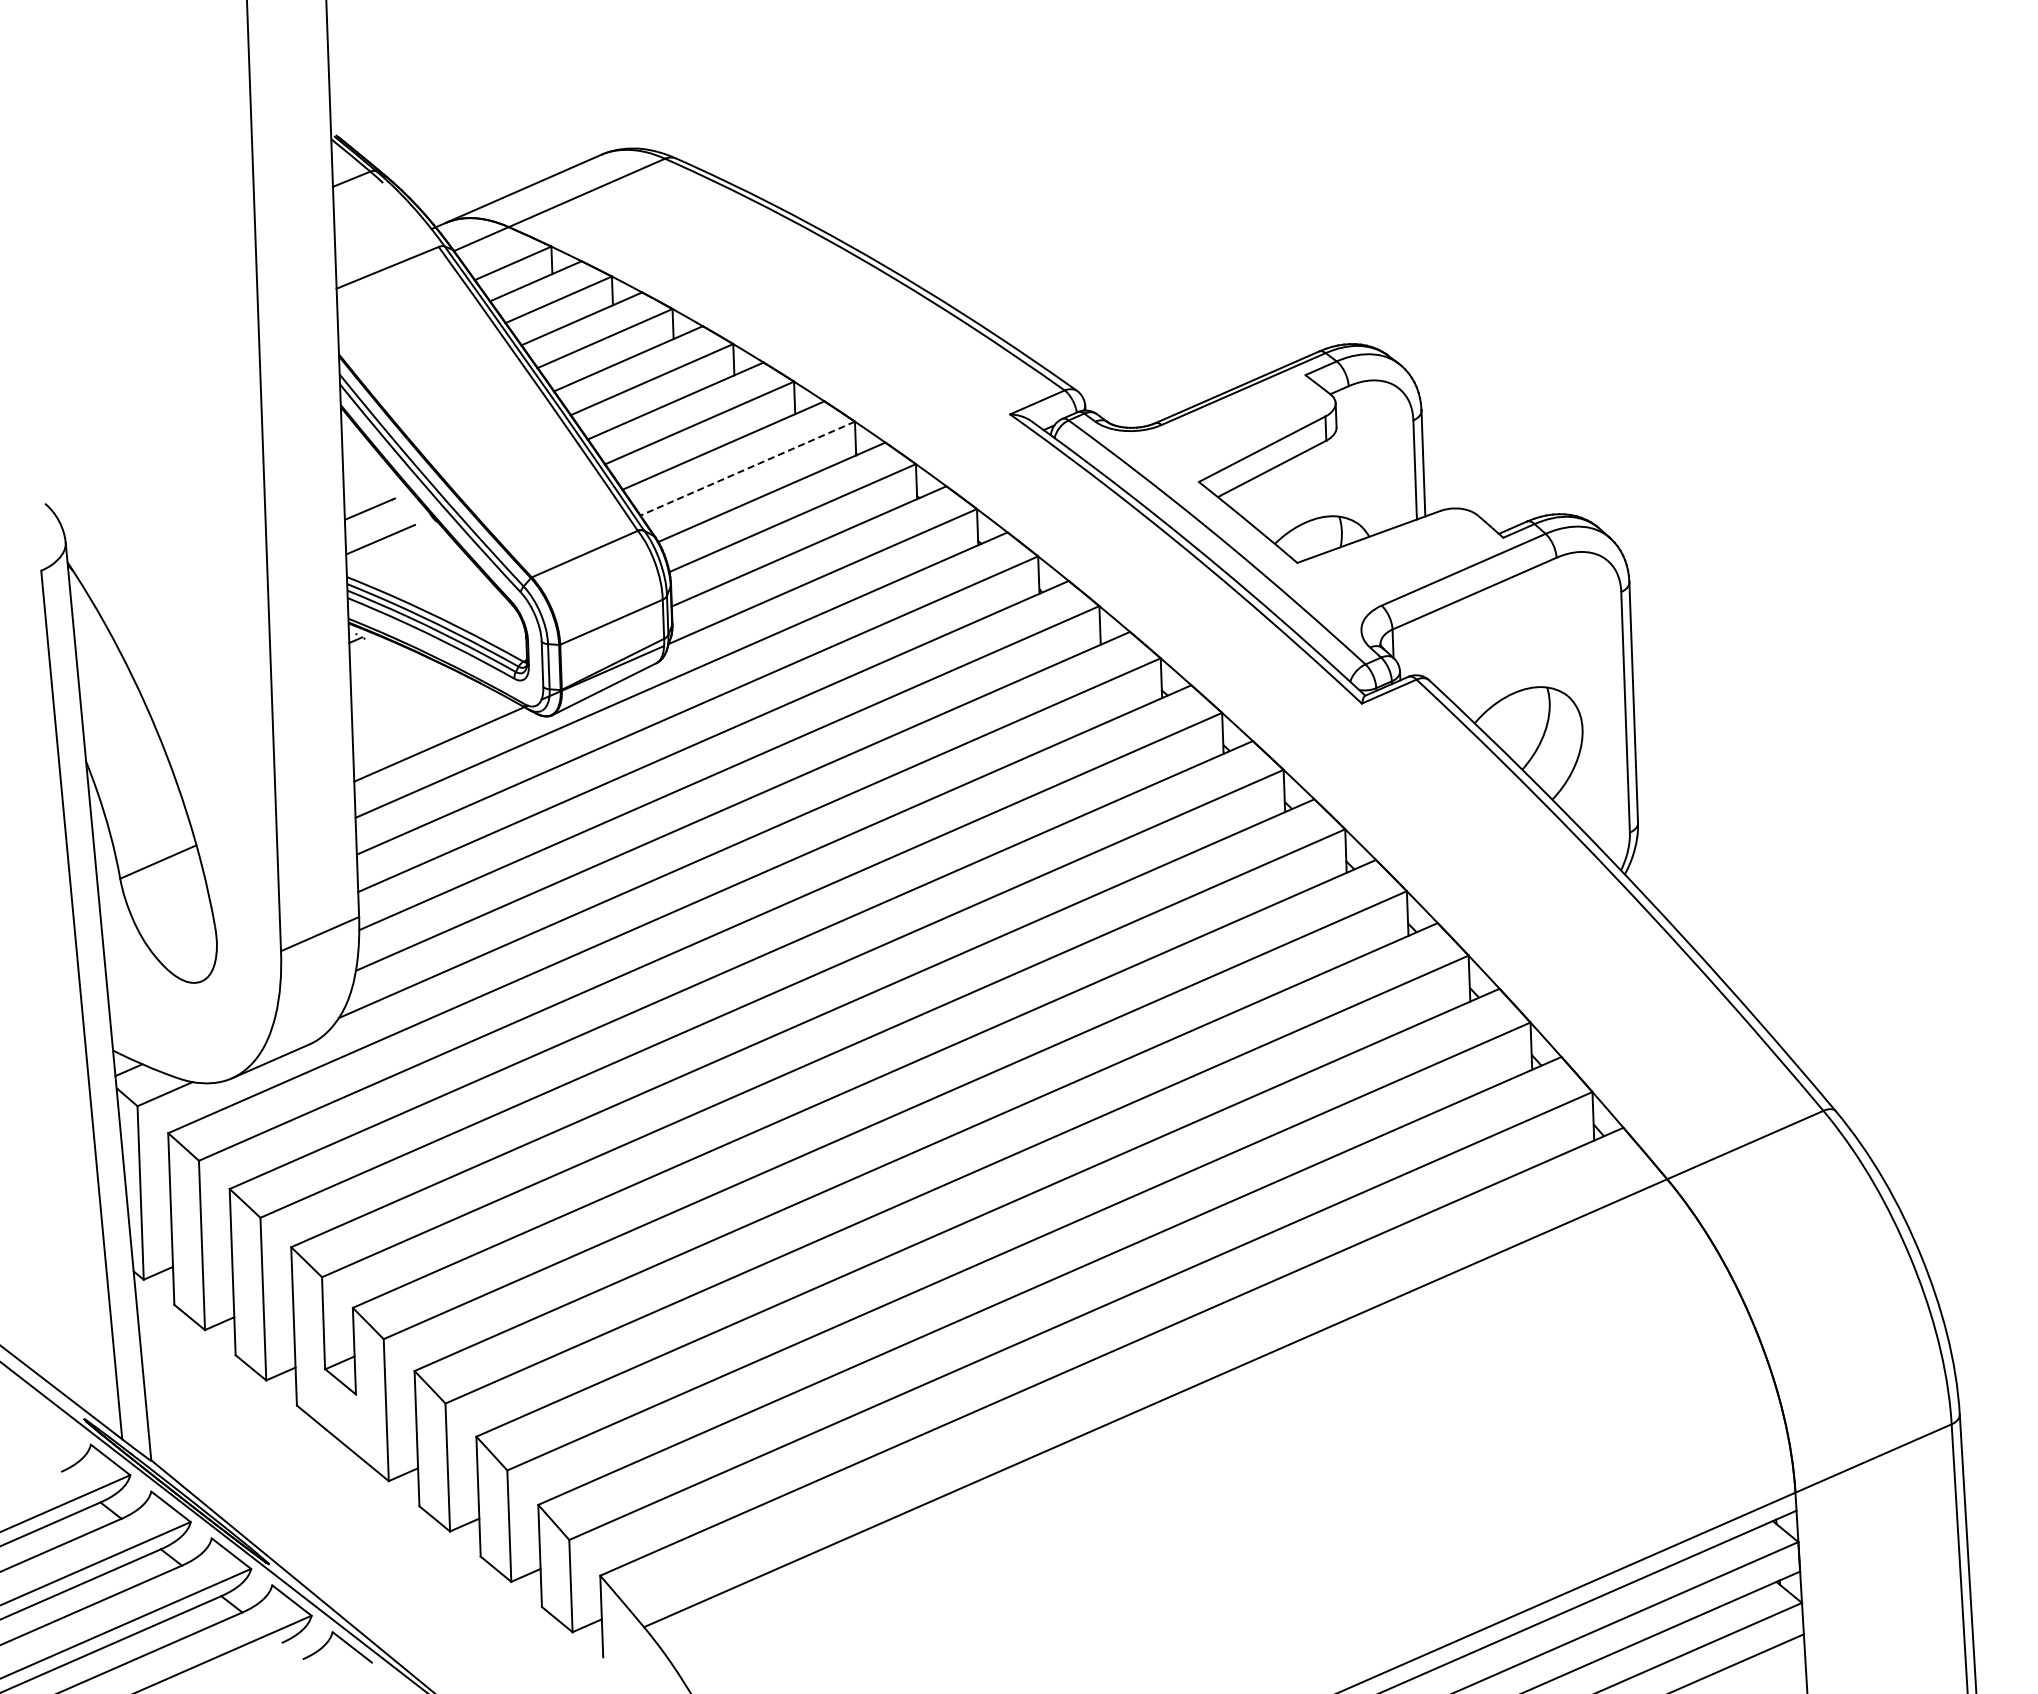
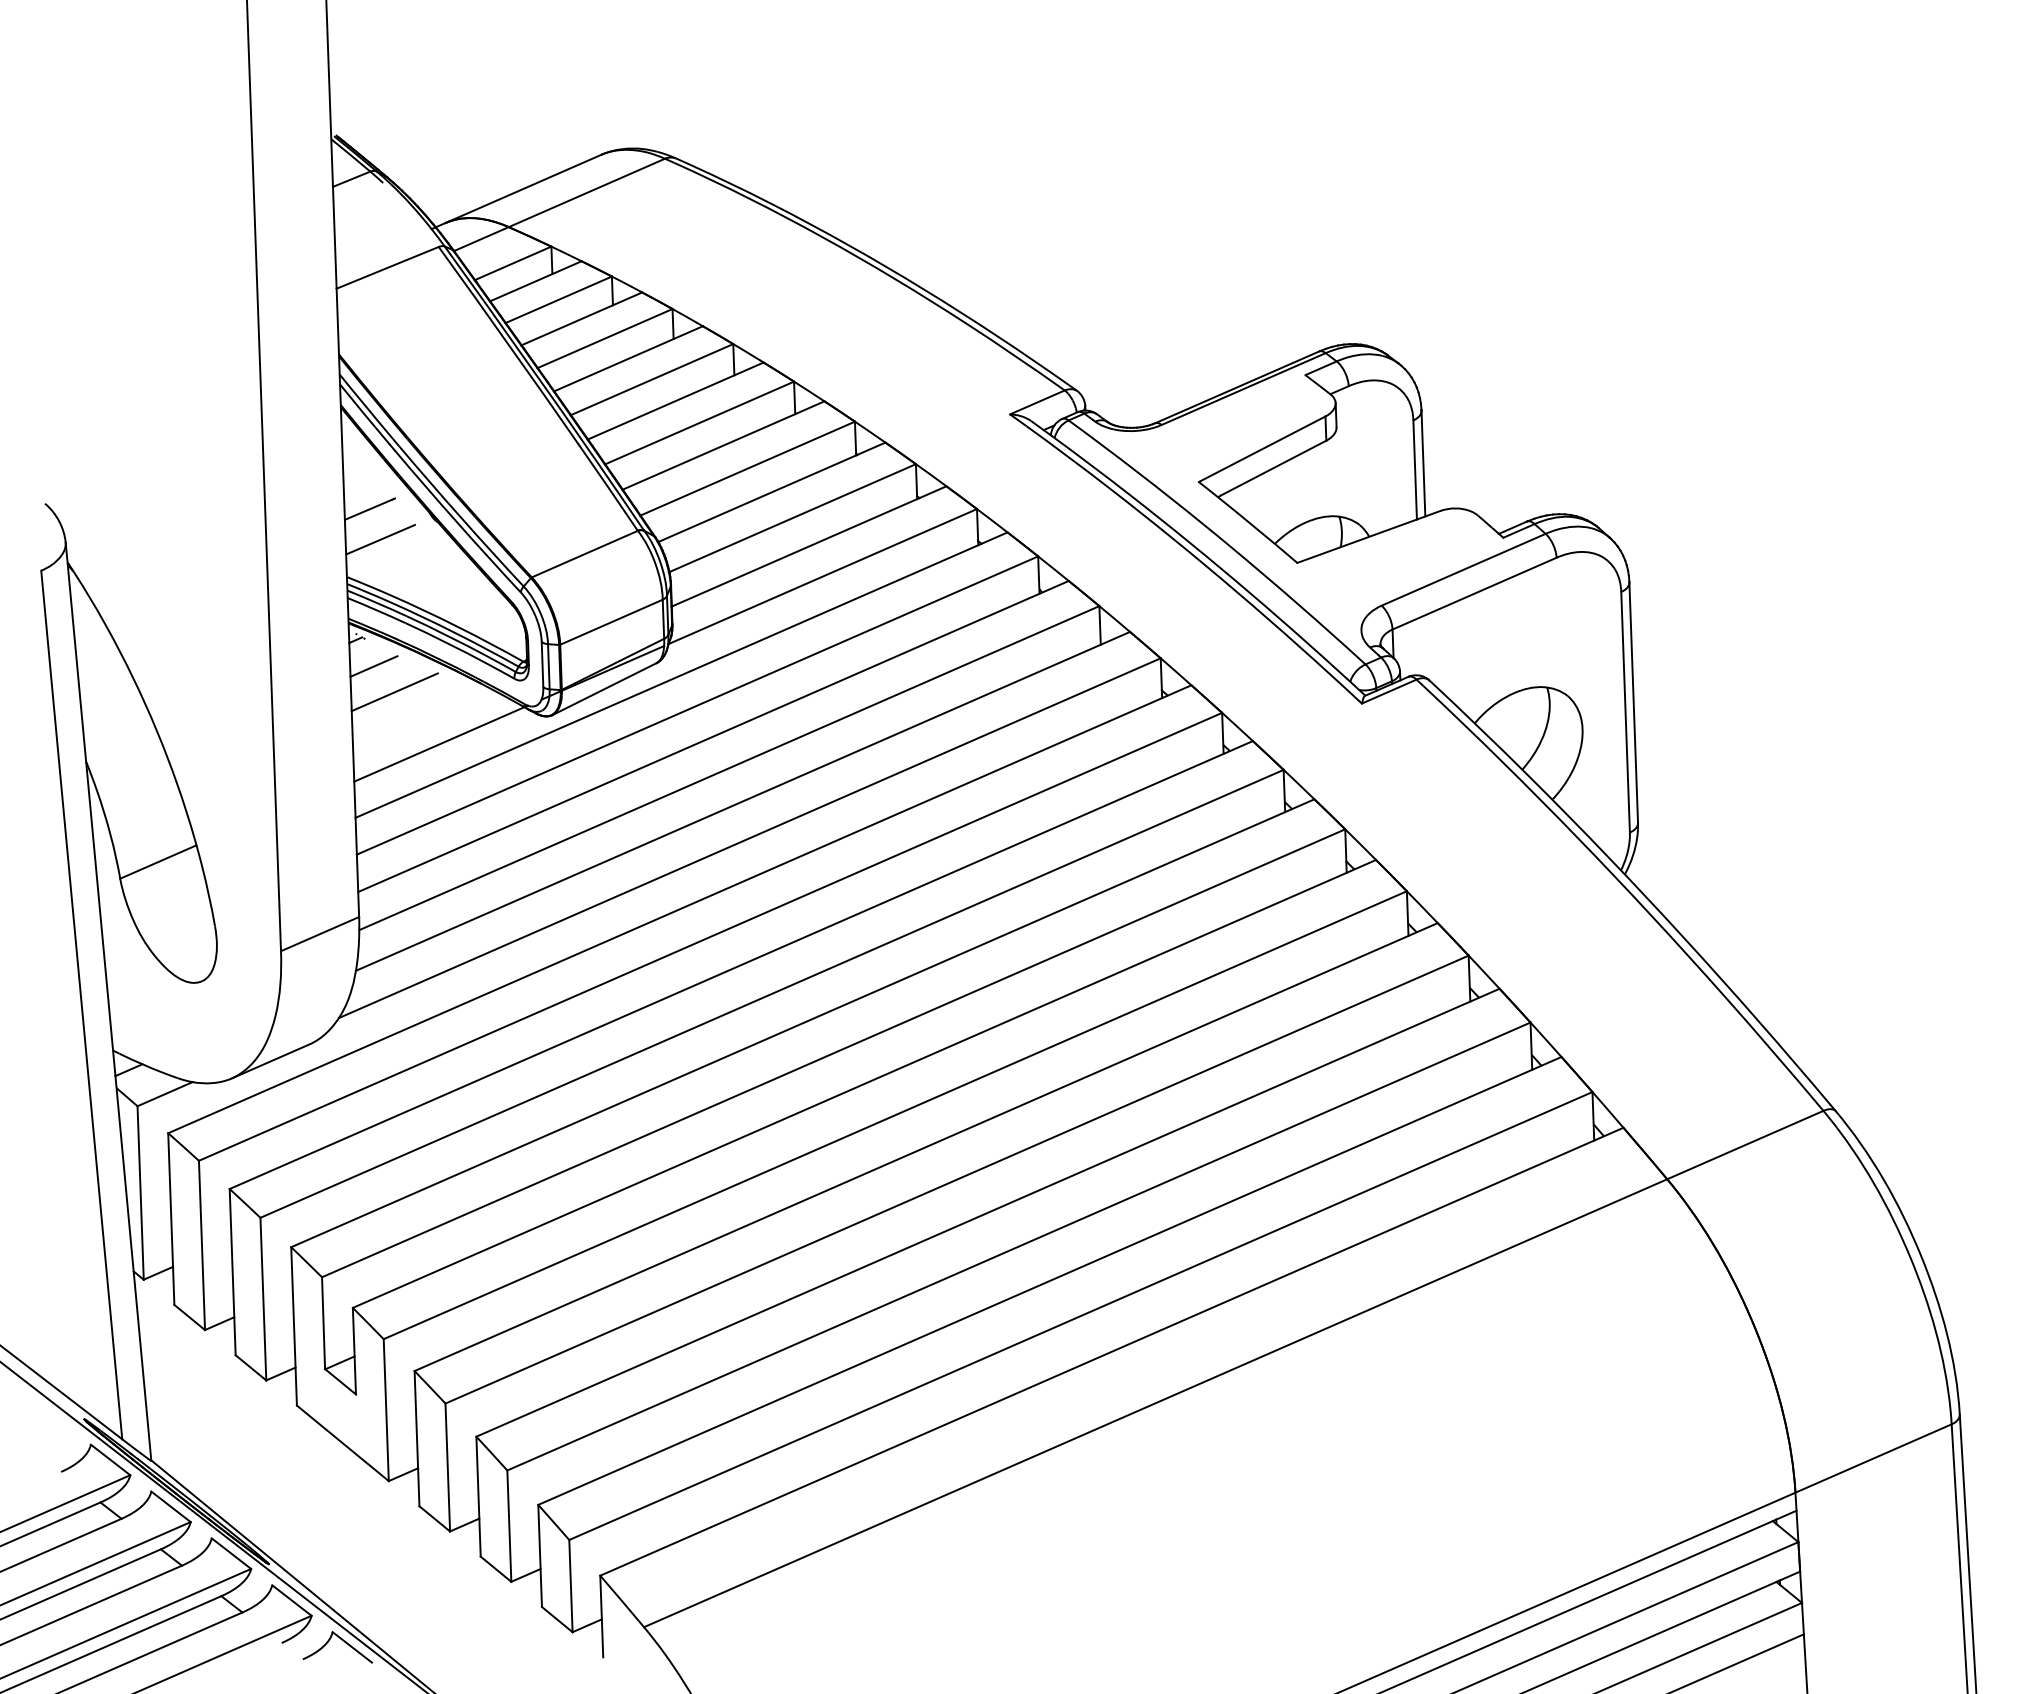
line at (747, 468): dashed -> solid
line at (373, 666): none -> present
line at (394, 692): none -> present
